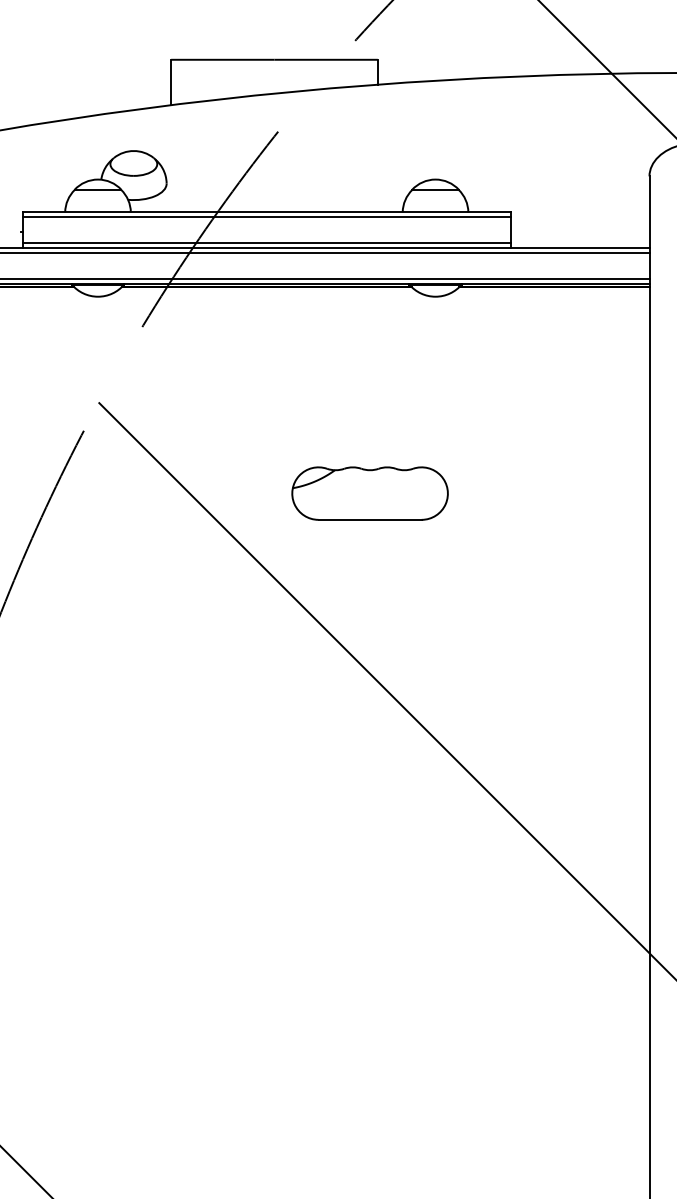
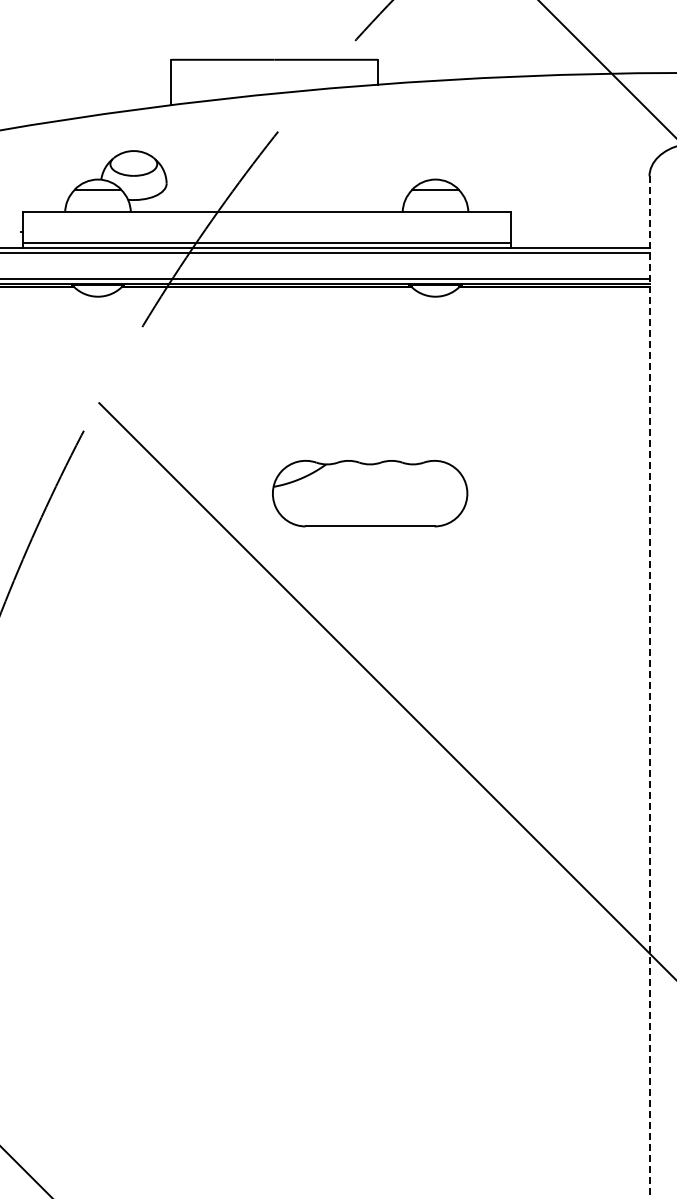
line at (266, 217): present -> none
part at (369, 493) size: 158x55 px -> 197x69 px
line at (649, 687): solid -> dashed
